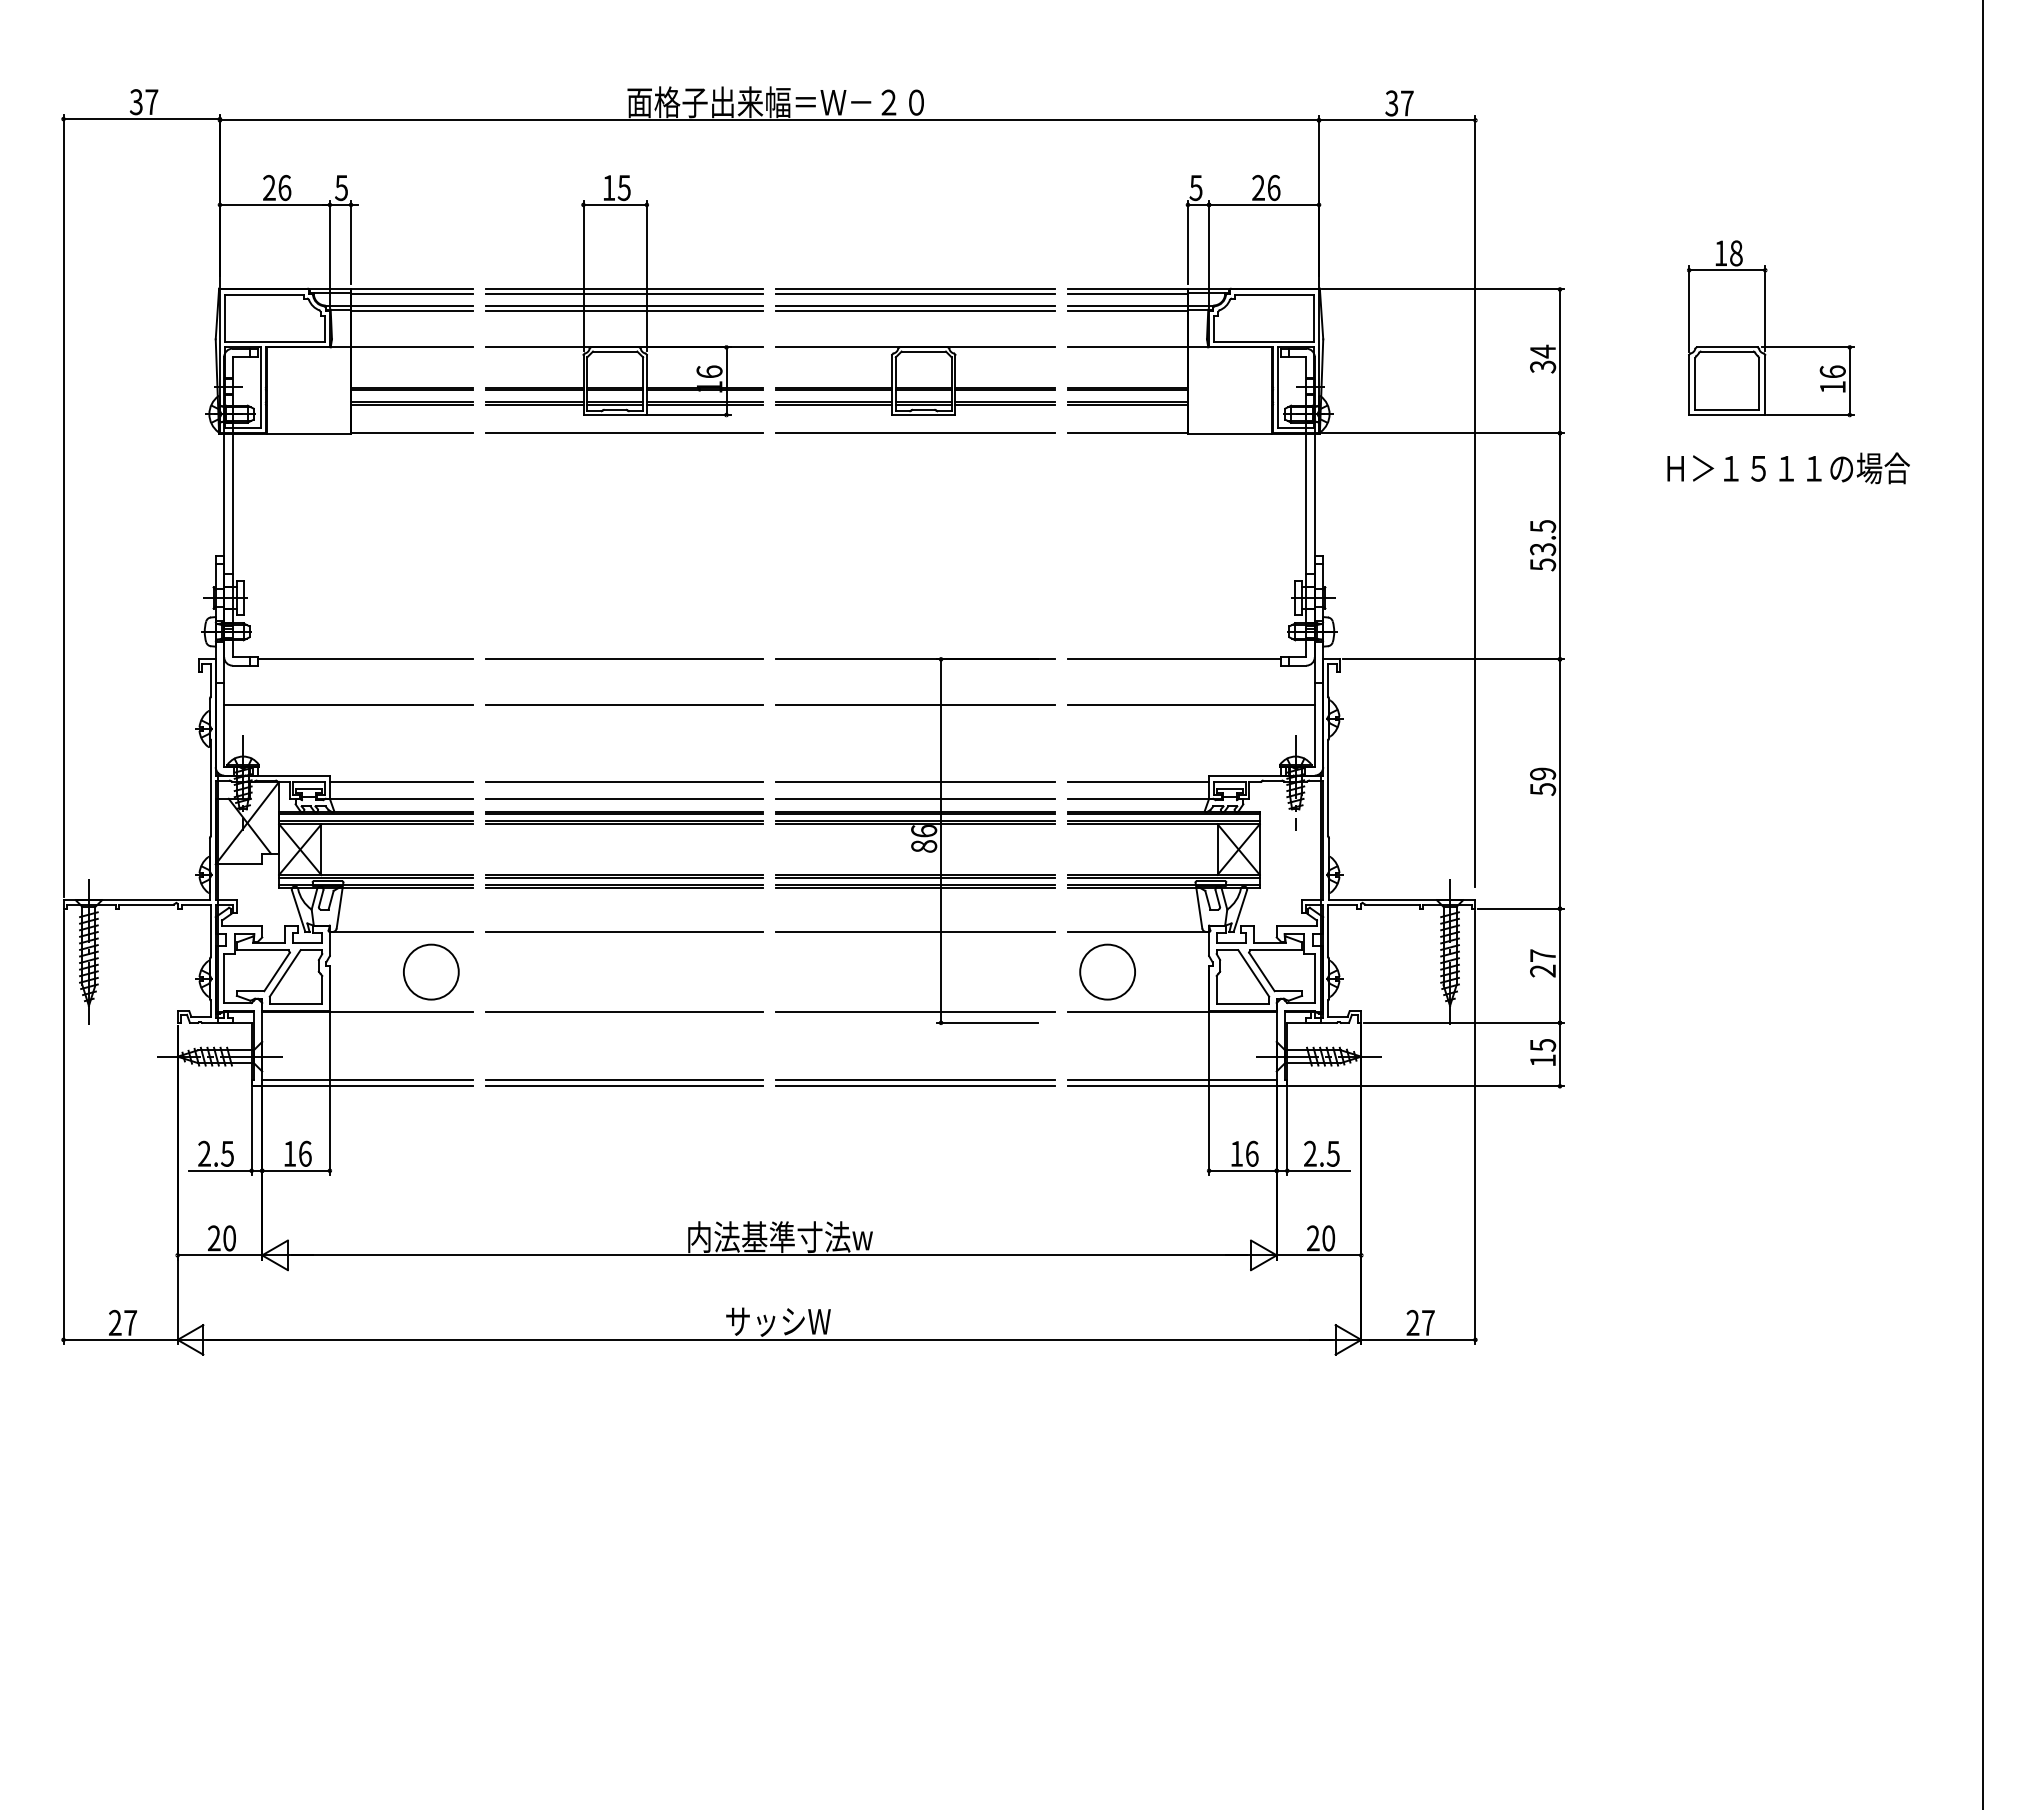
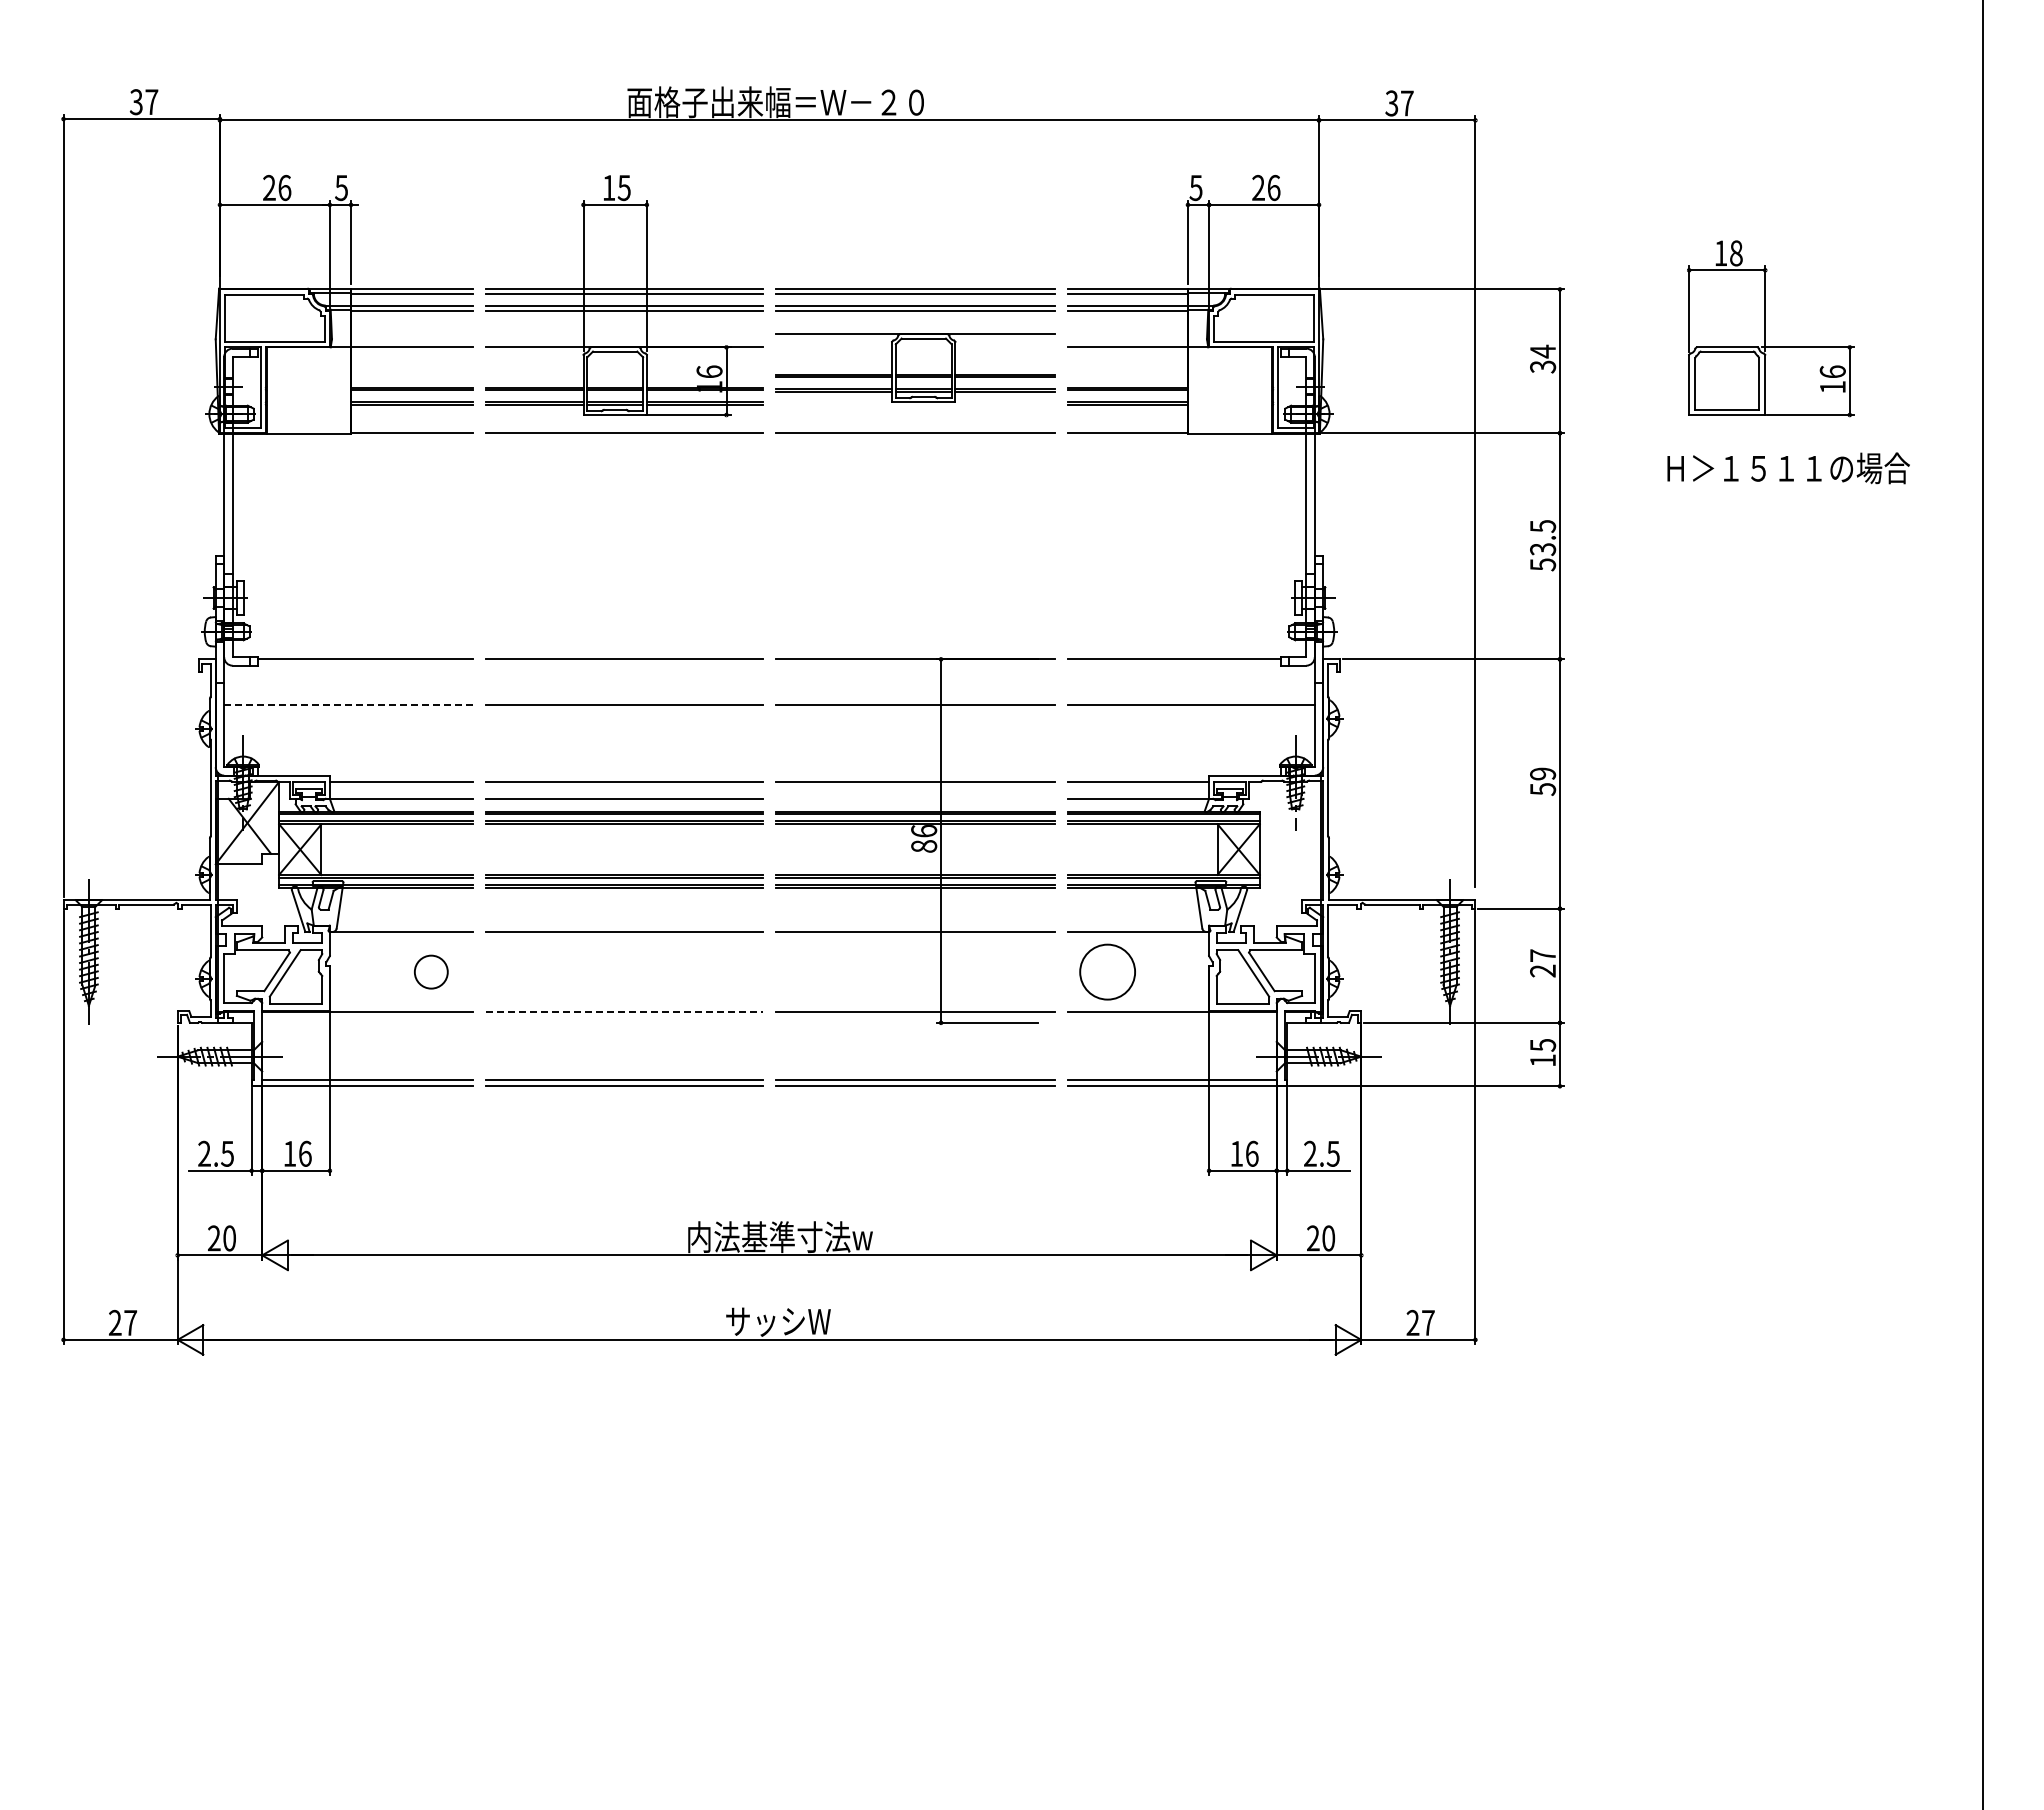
part at (915, 380) position: (915, 380) -> (915, 367)
line at (348, 704): solid -> dashed
line at (915, 798): present -> none
circle at (430, 971) diameter: 55 px -> 33 px
line at (624, 1012): solid -> dashed
